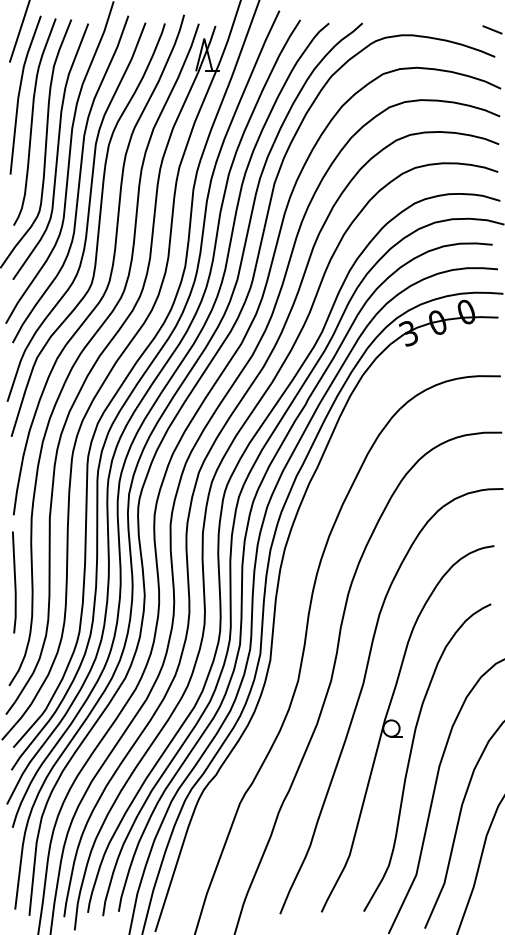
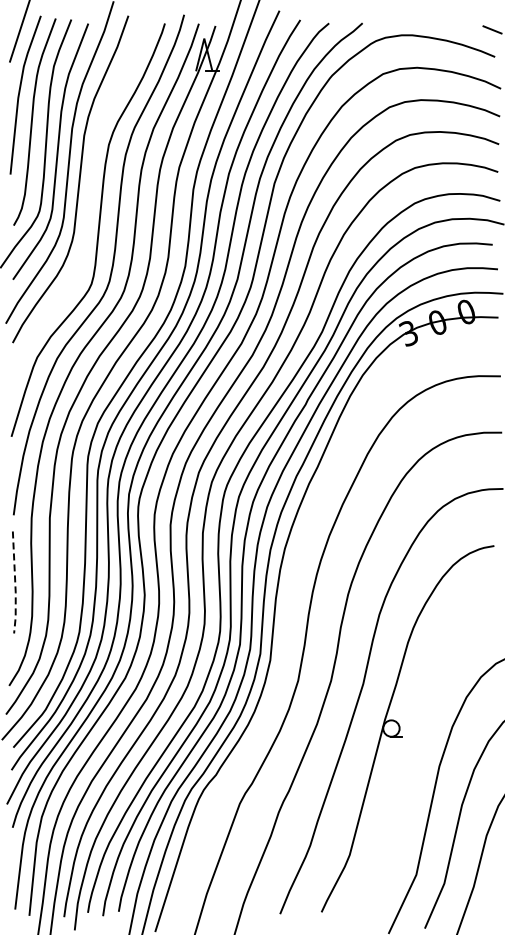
curve at (87, 211): present -> none
line at (15, 584): solid -> dashed
curve at (411, 754): present -> none
